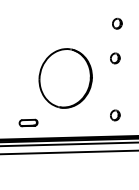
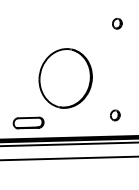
part at (115, 58): present -> none
part at (28, 122) size: 21x10 px -> 33x14 px
line at (68, 152) position: (68, 152) -> (68, 158)
